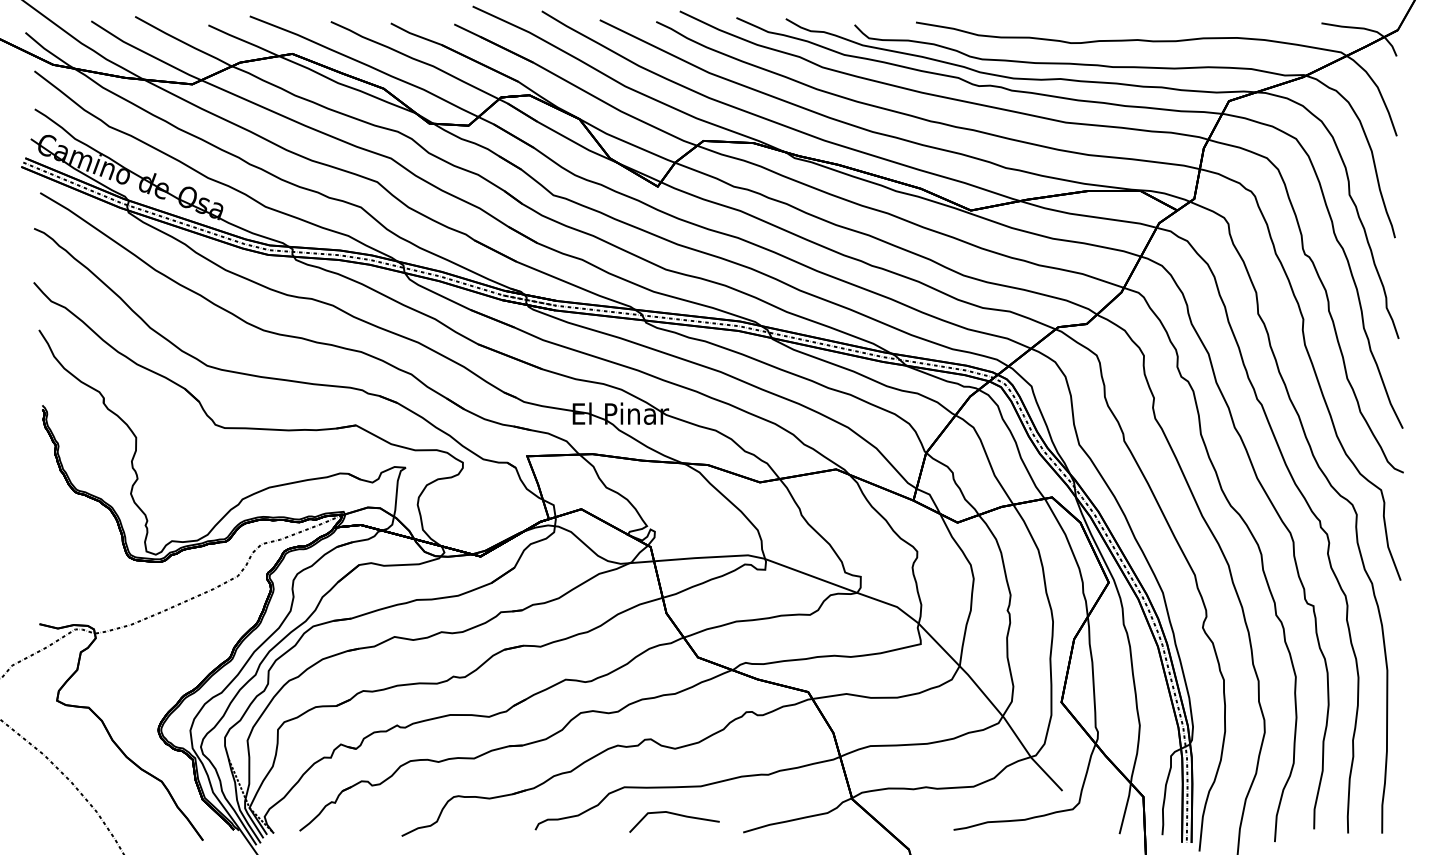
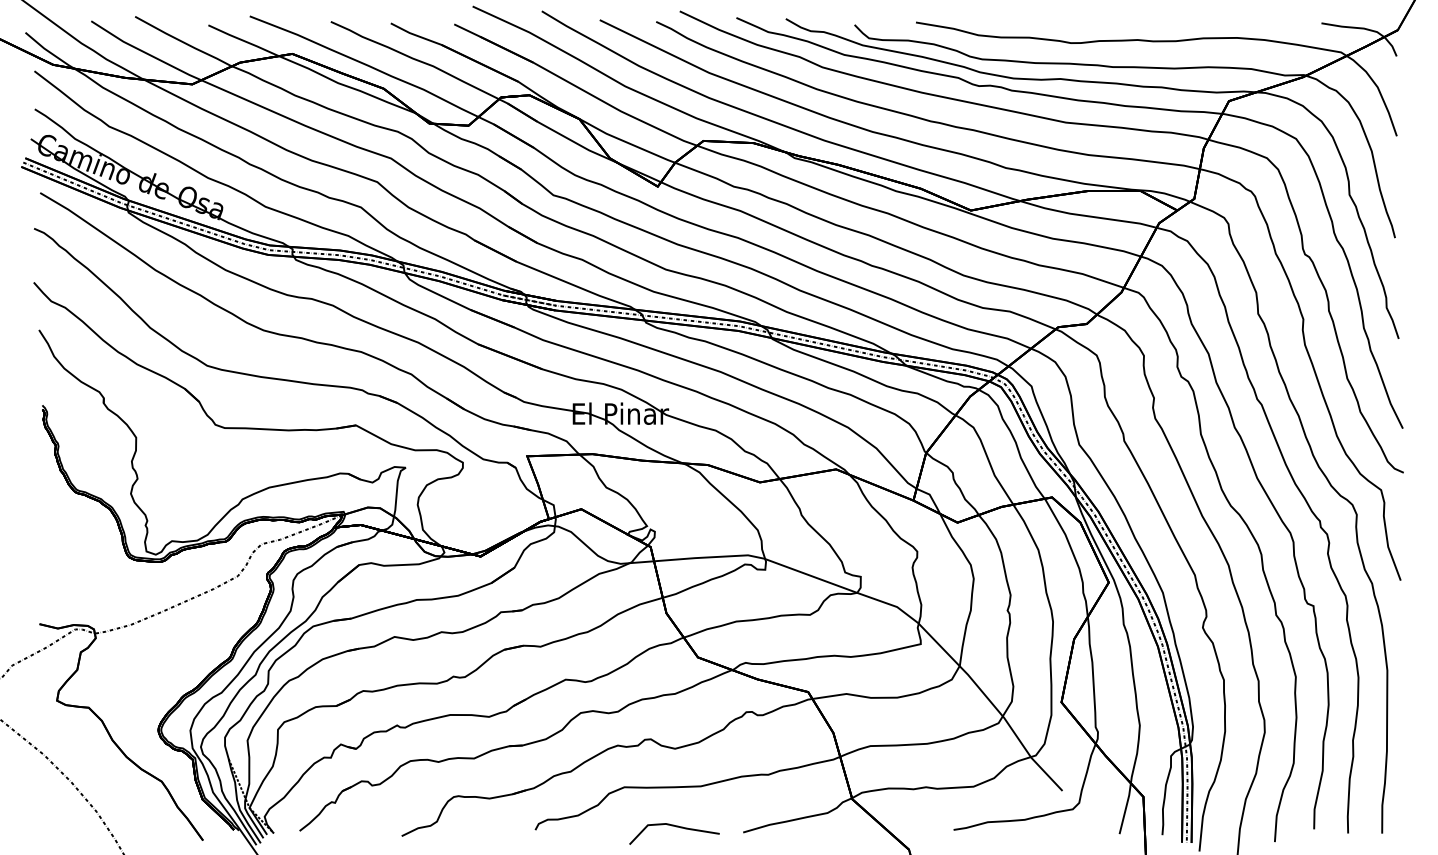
line at (676, 815) position: (676, 815) -> (676, 827)
